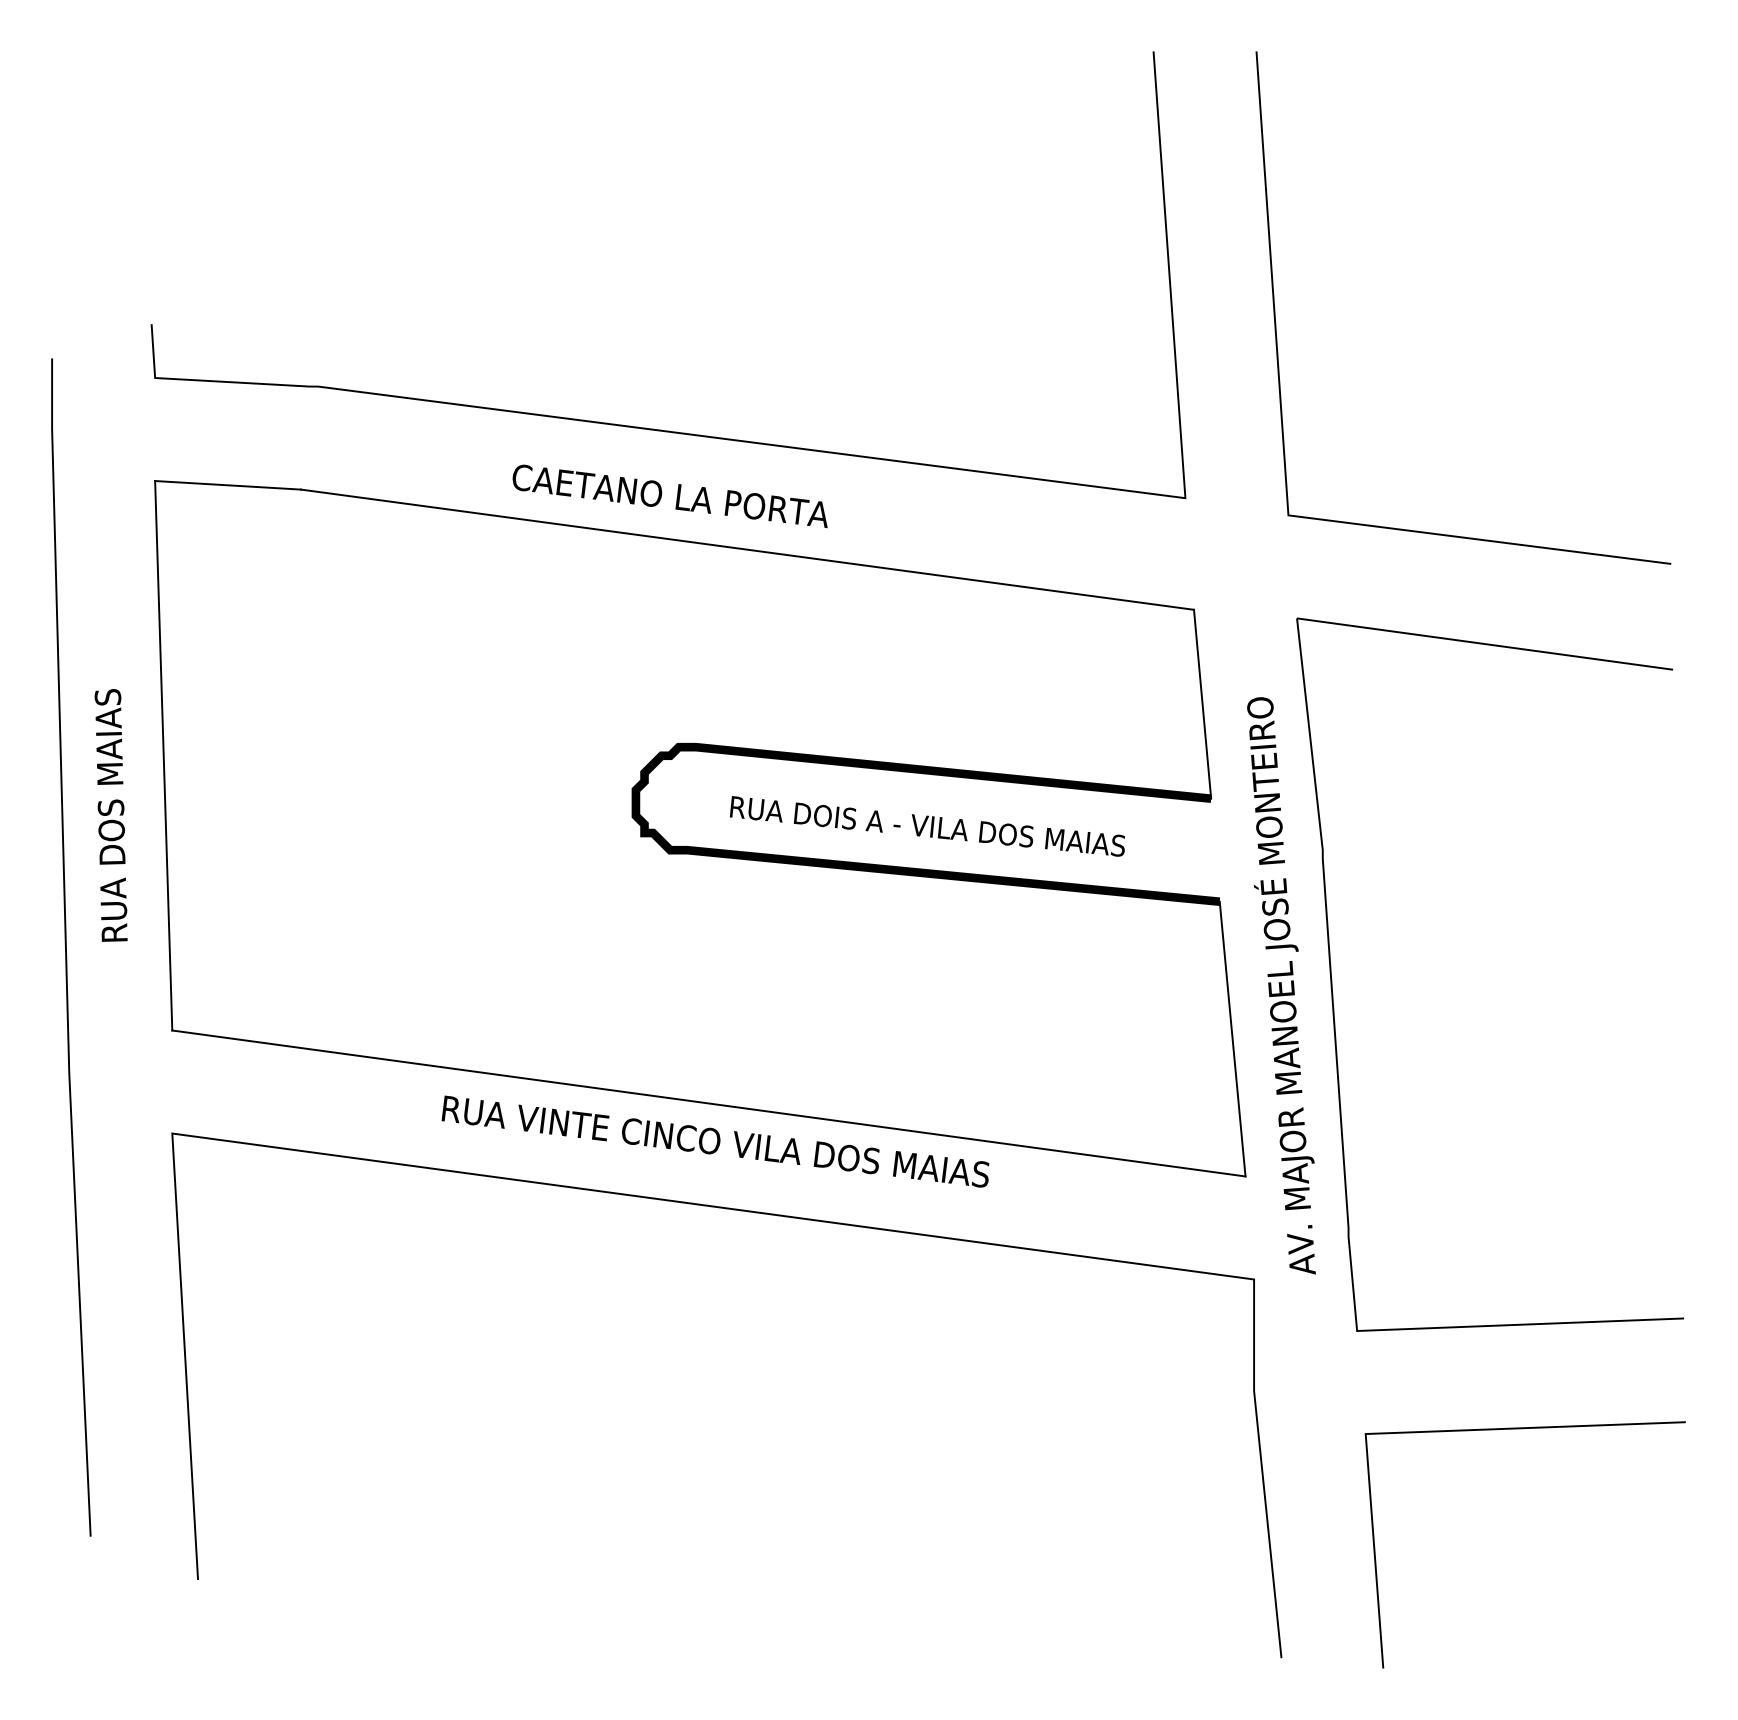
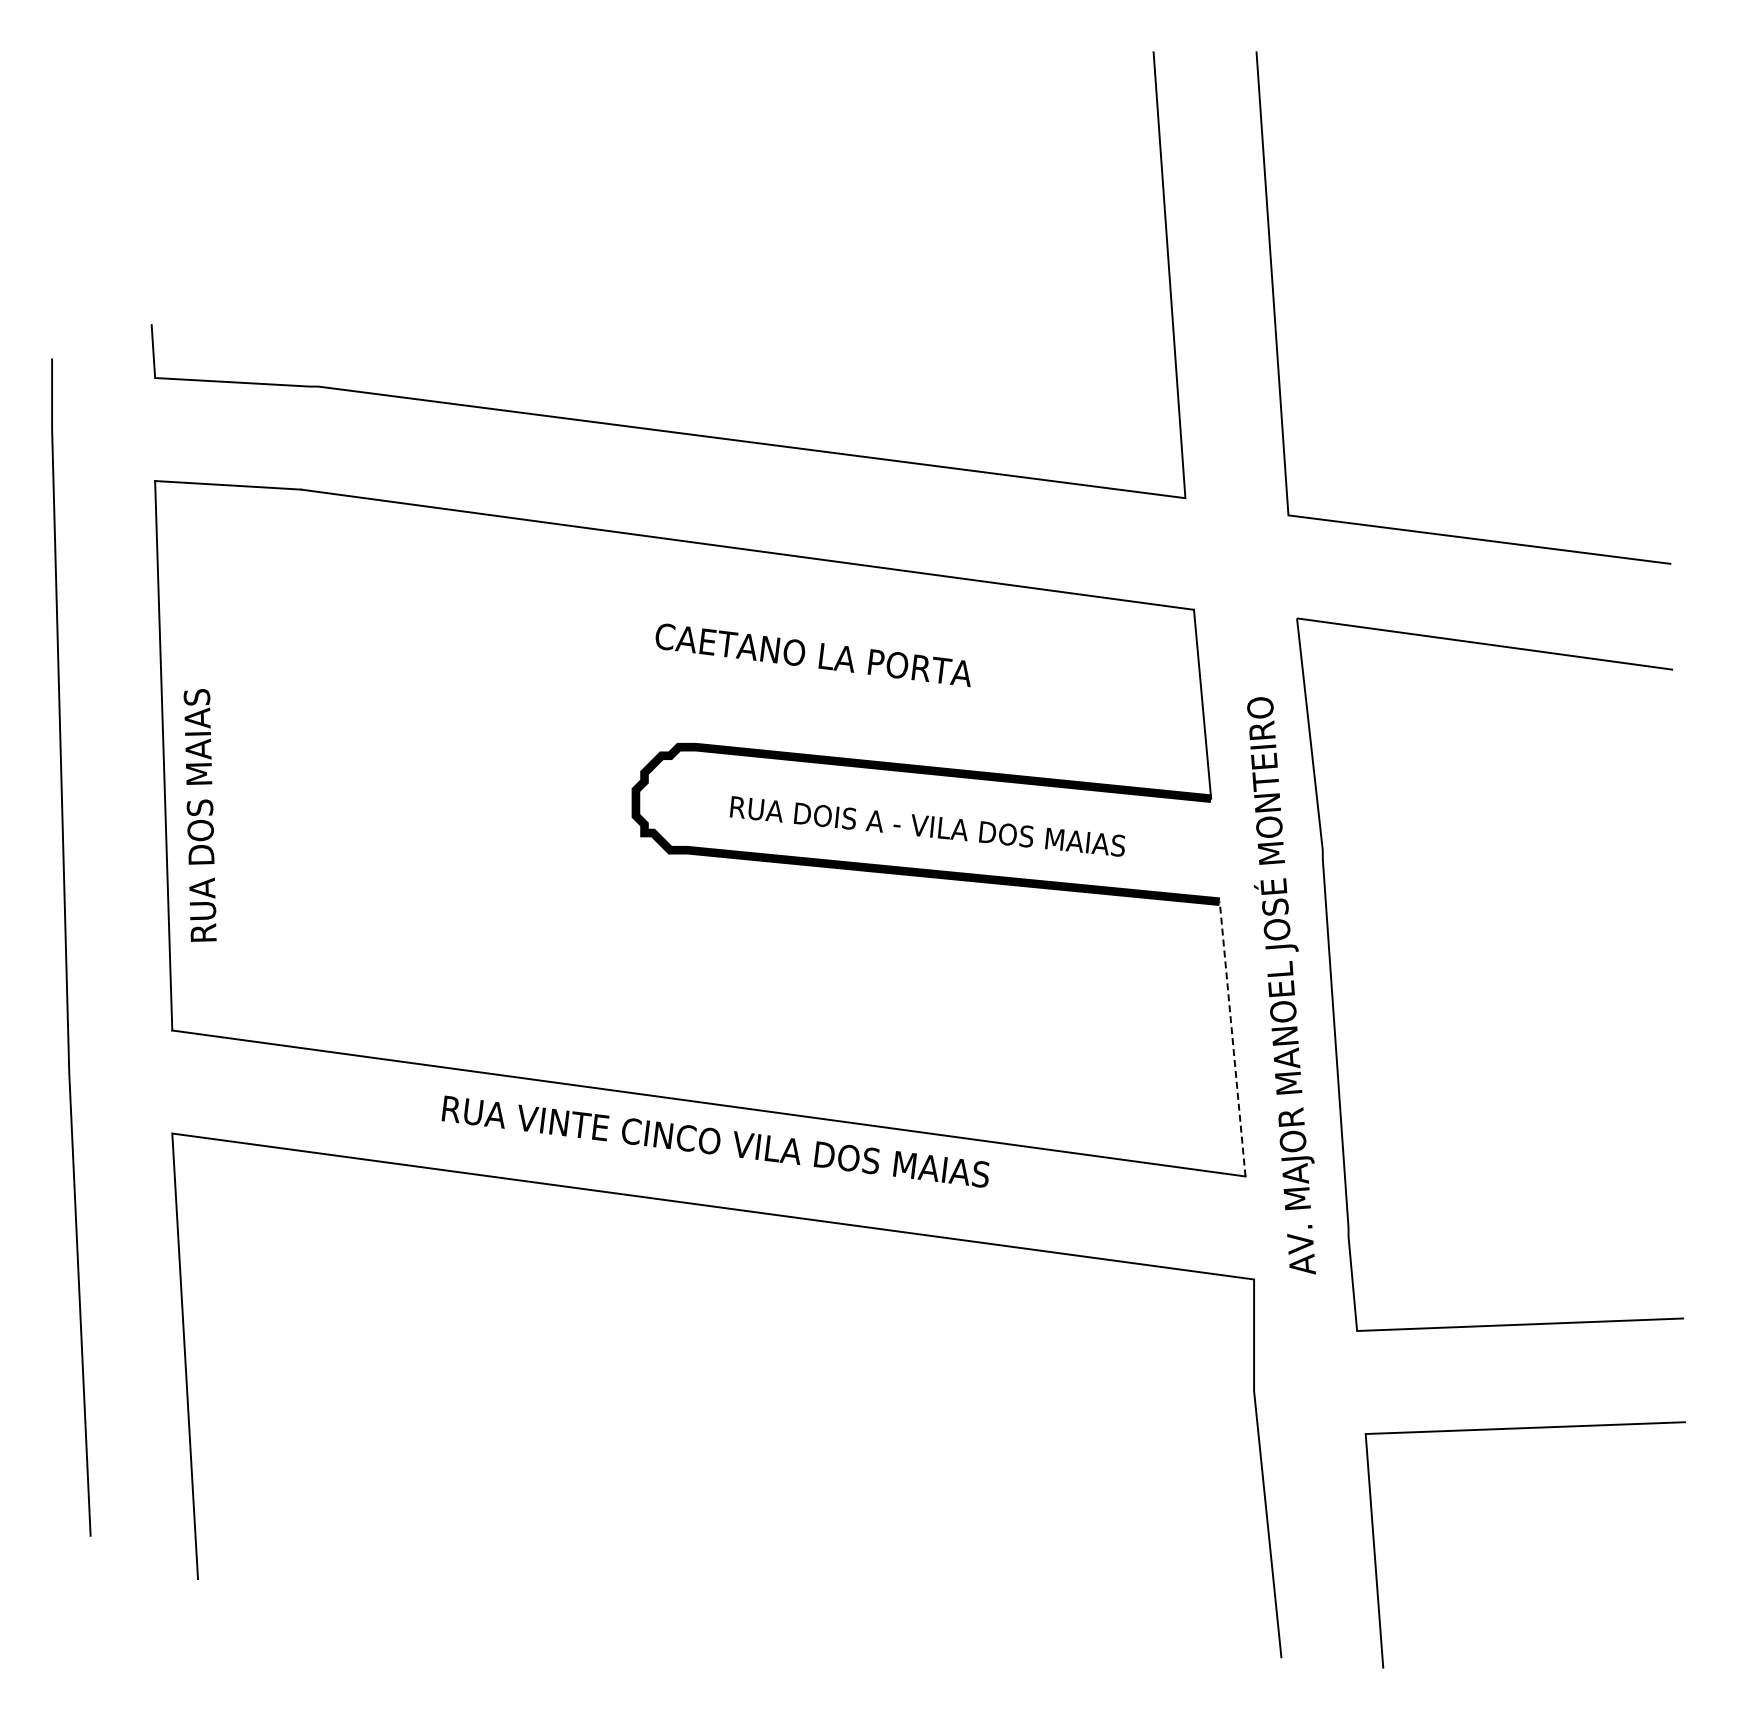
text at (669, 496) position: (669, 496) -> (812, 655)
text at (110, 815) position: (110, 815) -> (199, 815)
line at (1232, 1039): solid -> dashed
